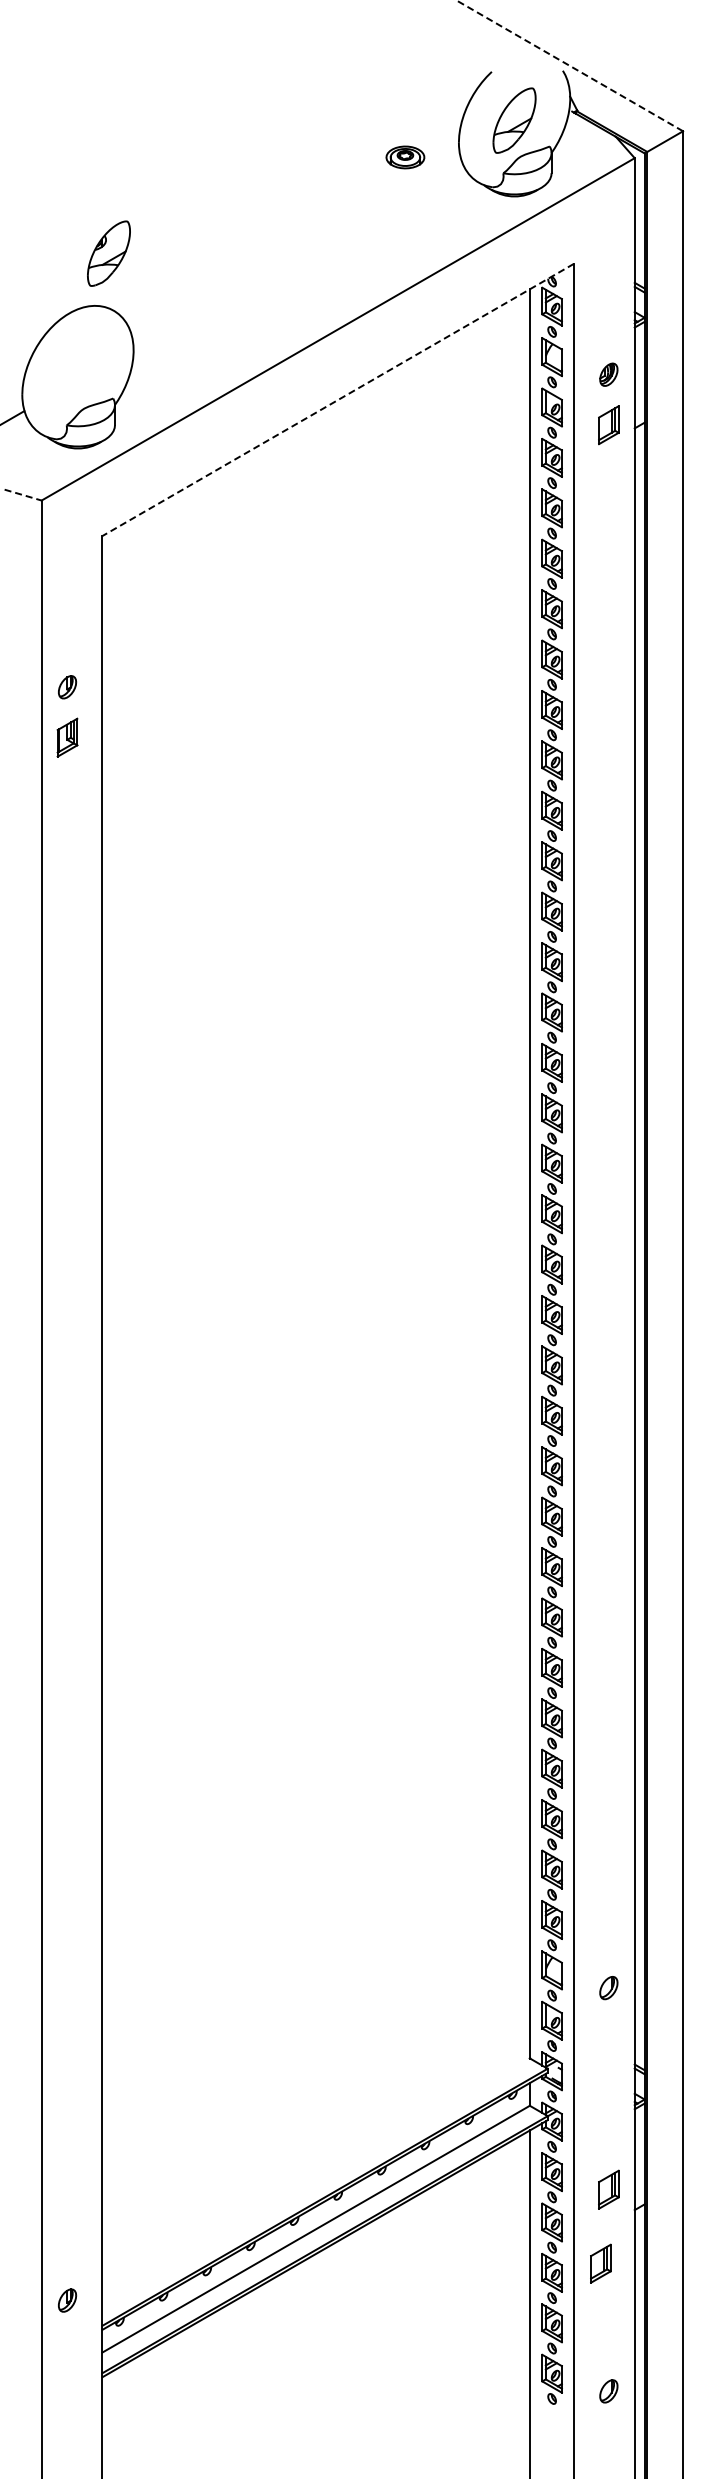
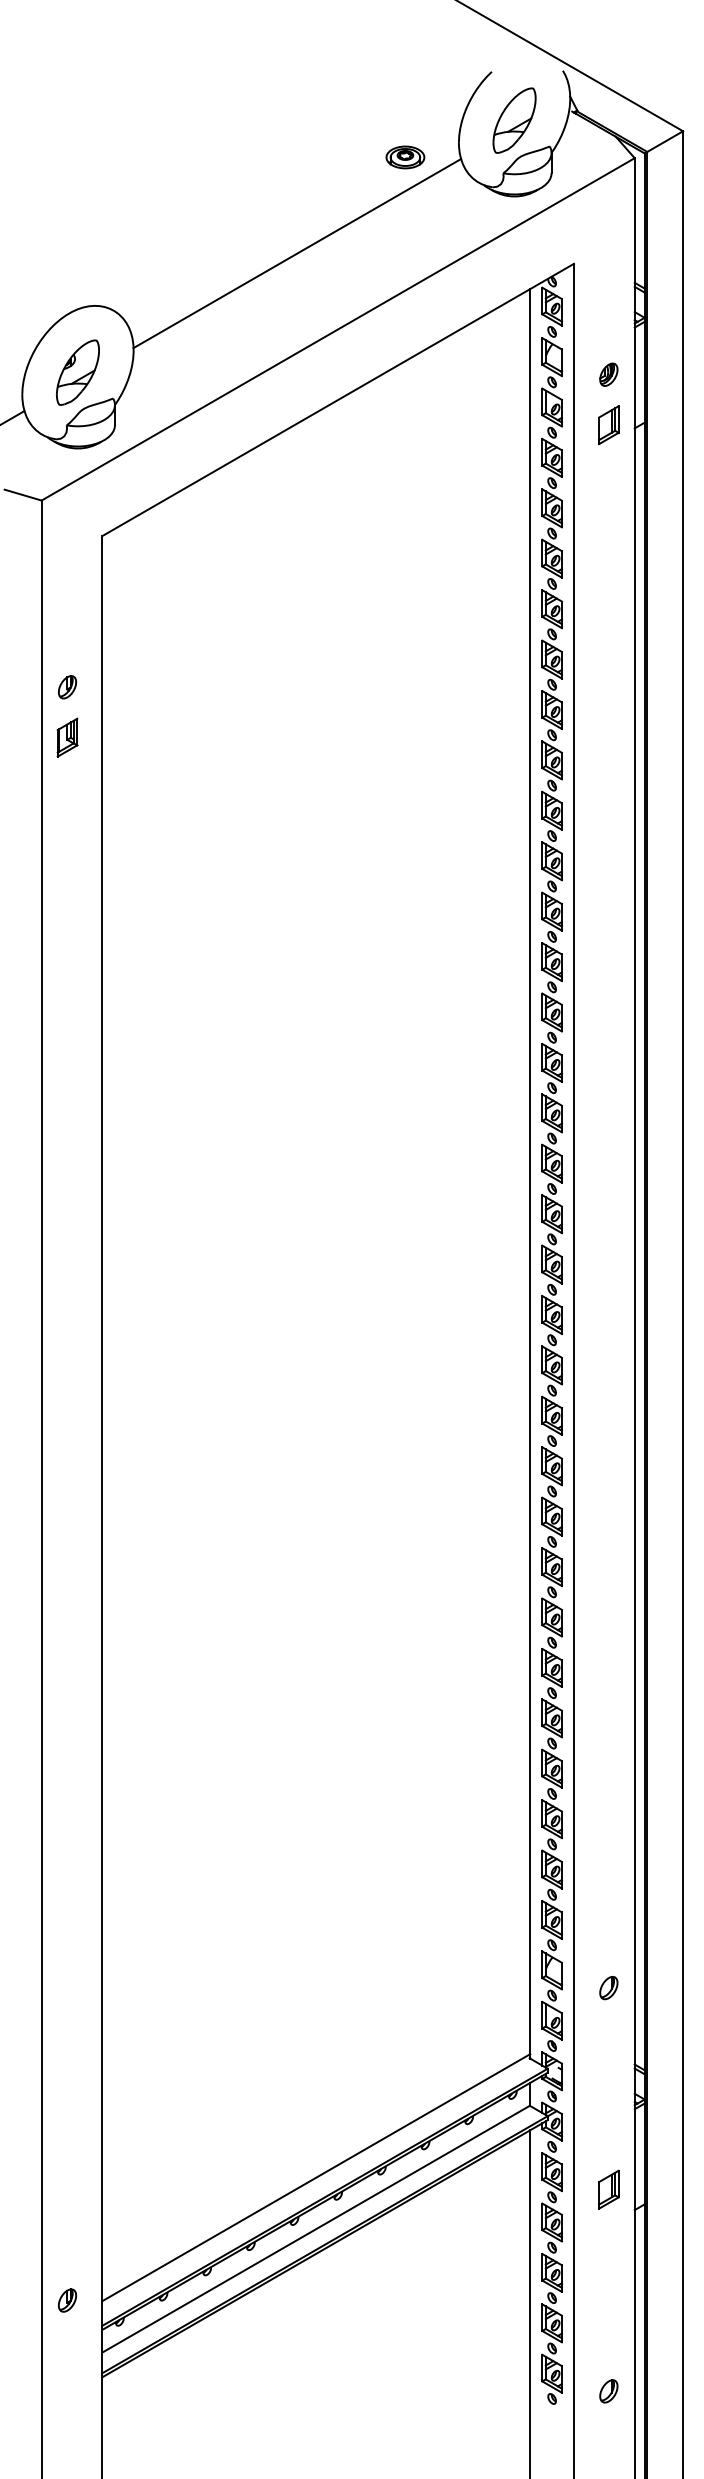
line at (569, 65): dashed -> solid
part at (108, 253) position: (108, 253) -> (77, 372)
line at (297, 253): none -> present
line at (337, 400): dashed -> solid
line at (23, 495): dashed -> solid
line at (316, 2177): none -> present
part at (600, 2263): present -> none
